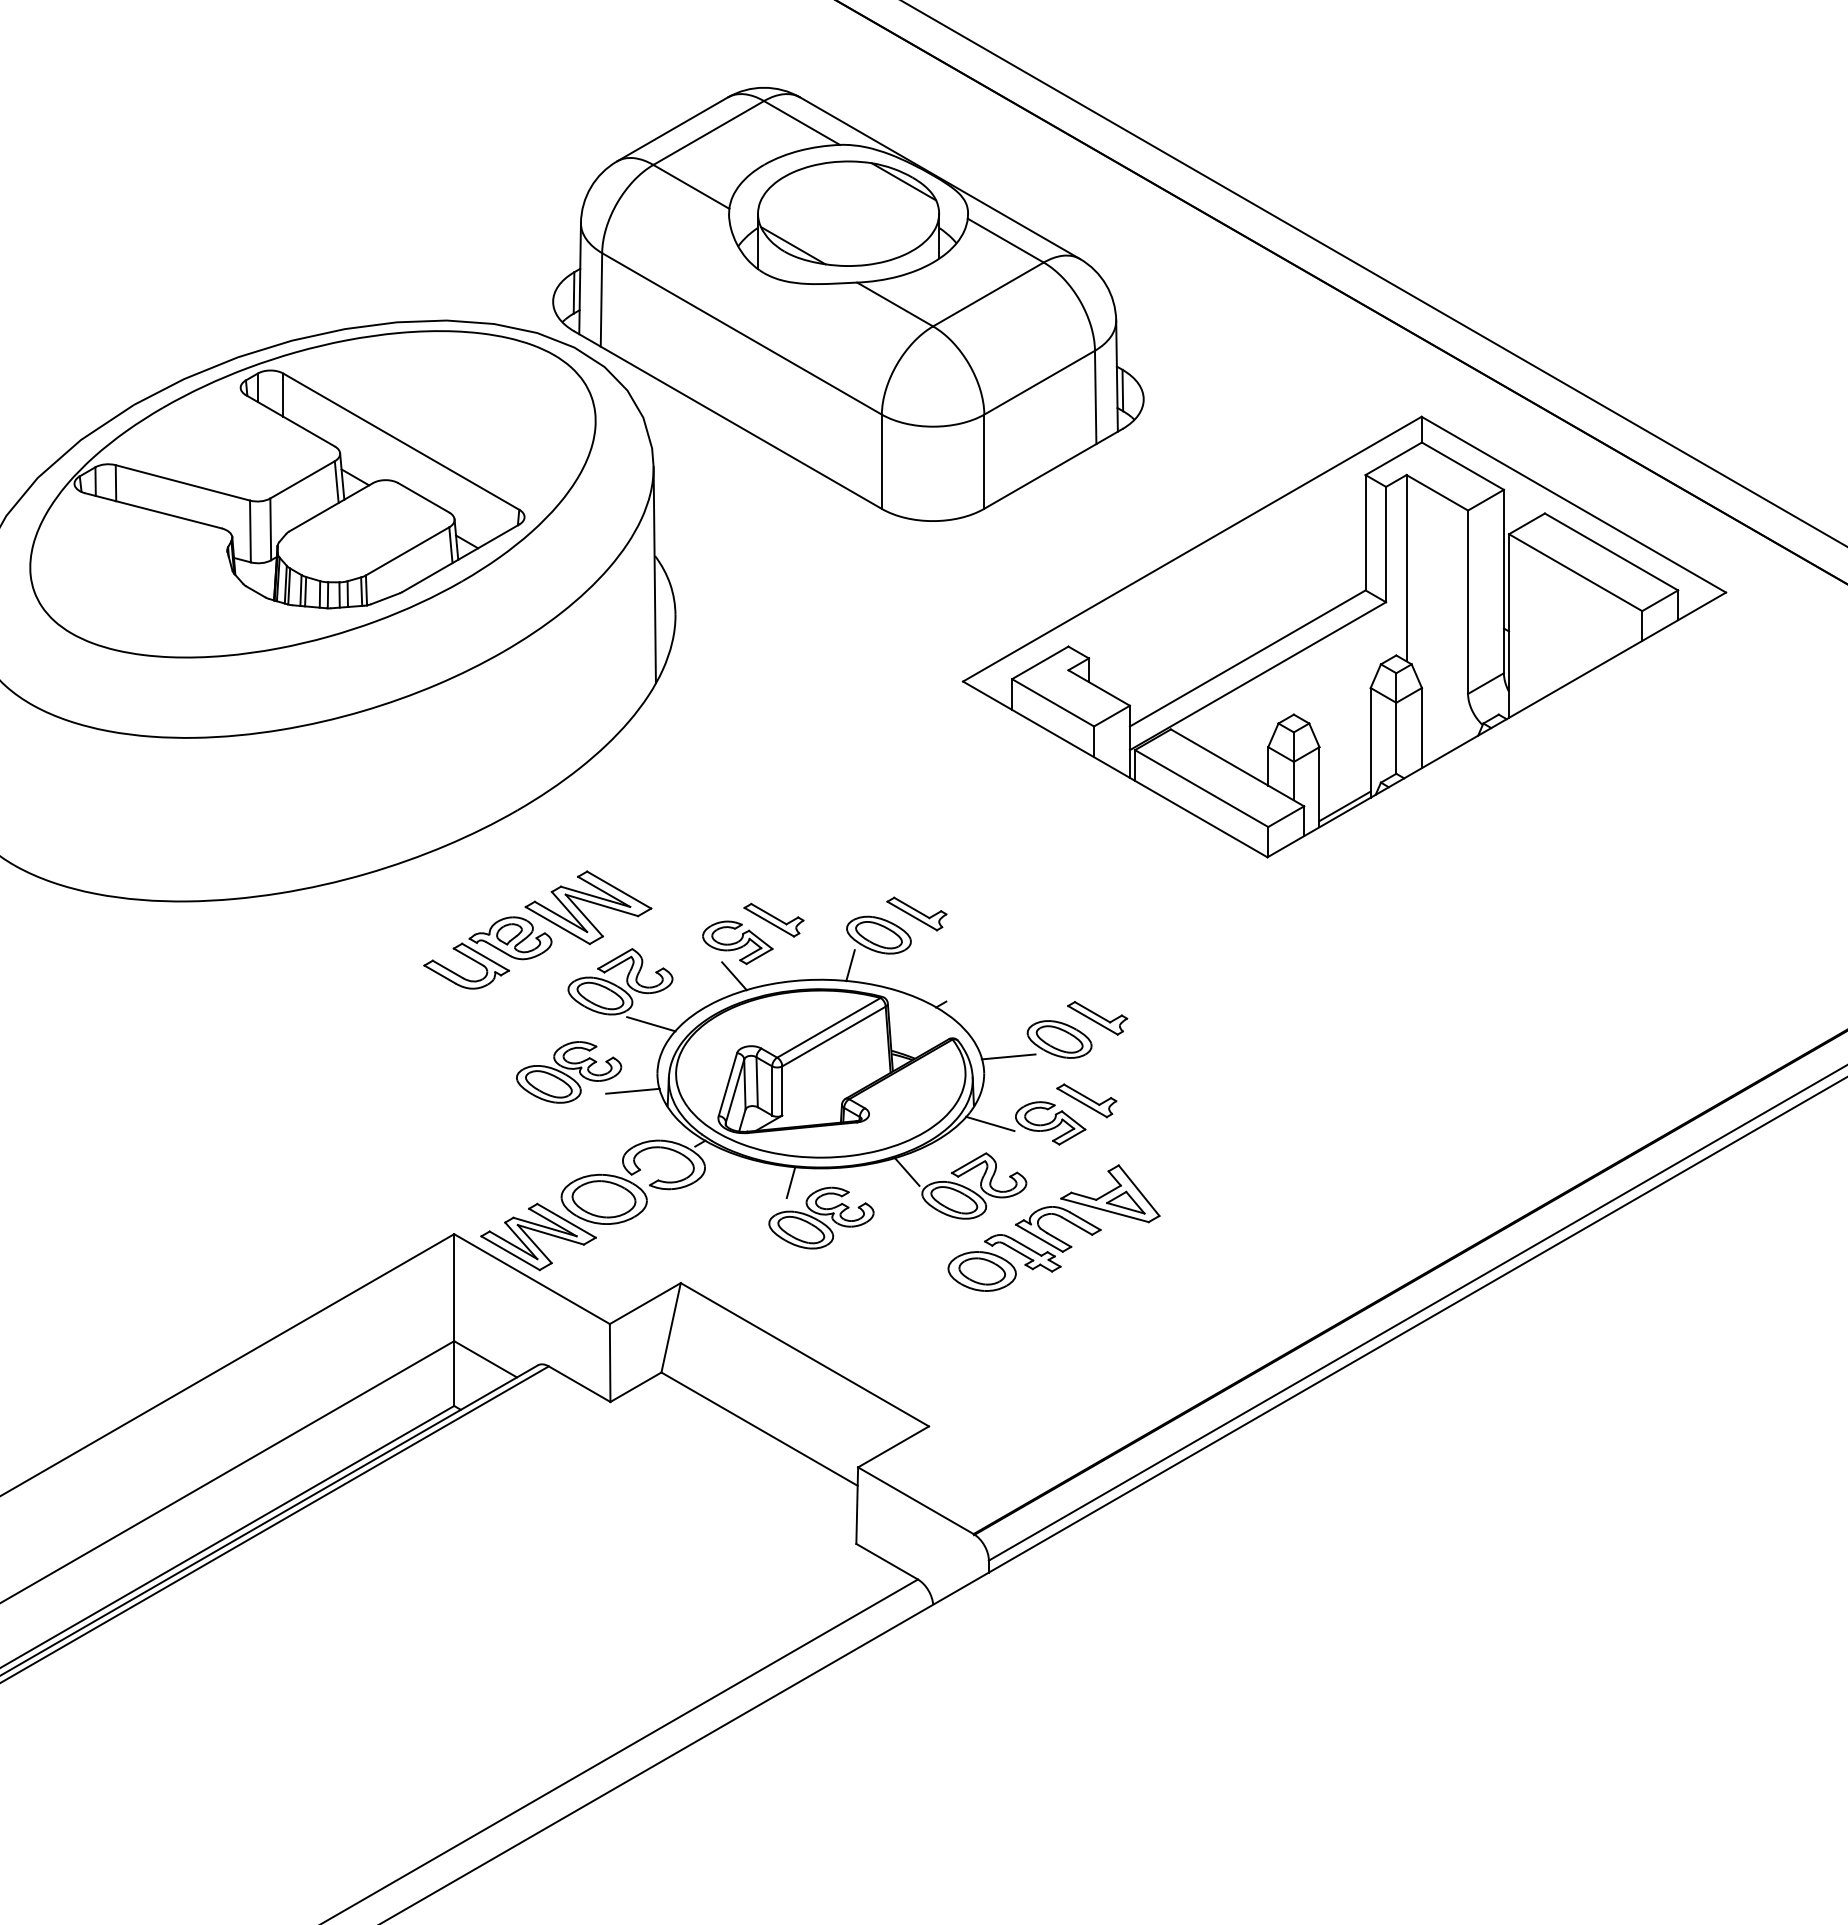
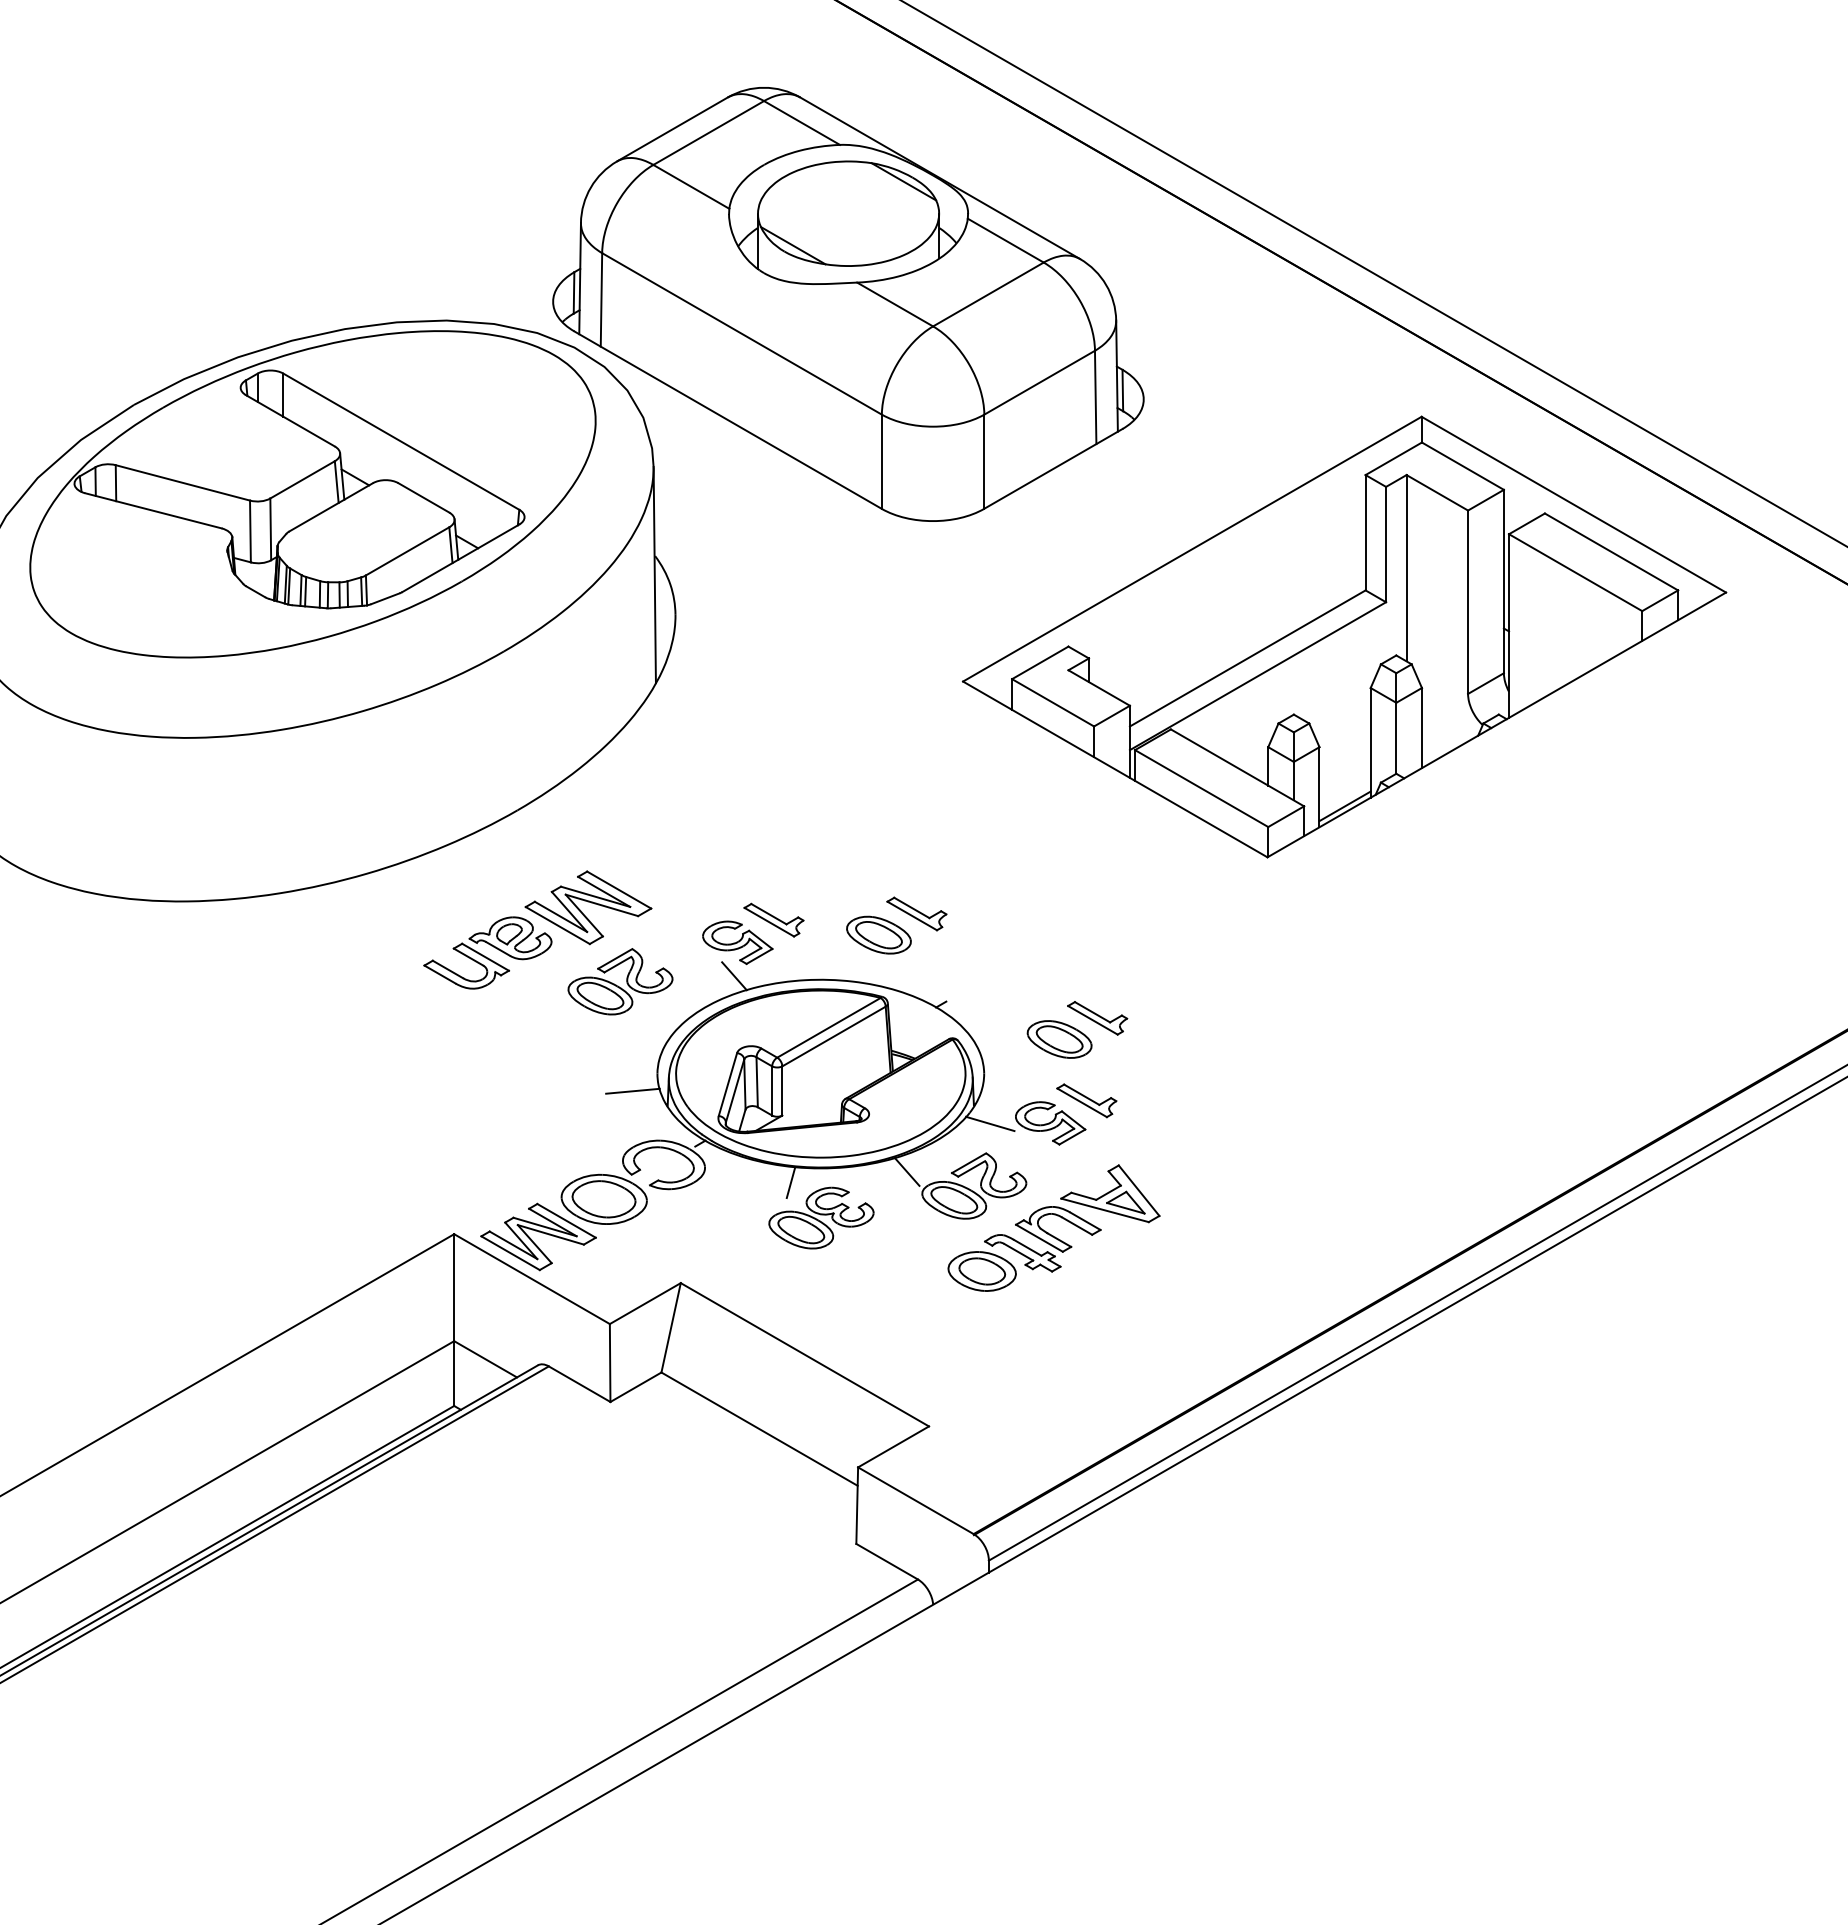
line at (850, 965): present -> none
line at (651, 1024): present -> none
line at (1008, 1056): present -> none
part at (569, 1072): present -> none
